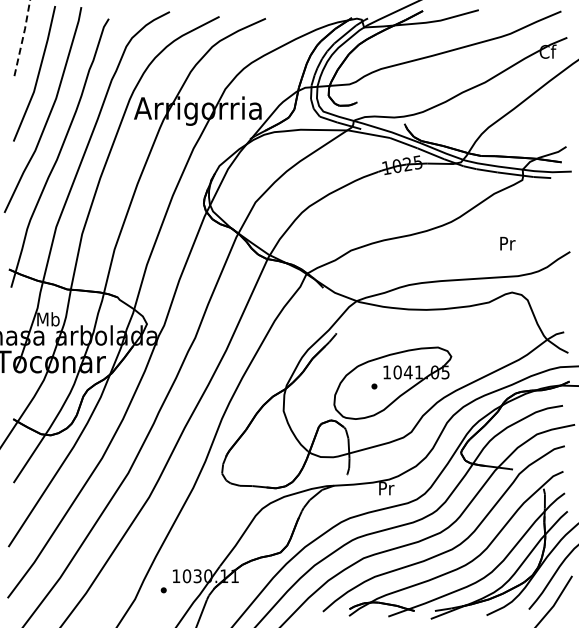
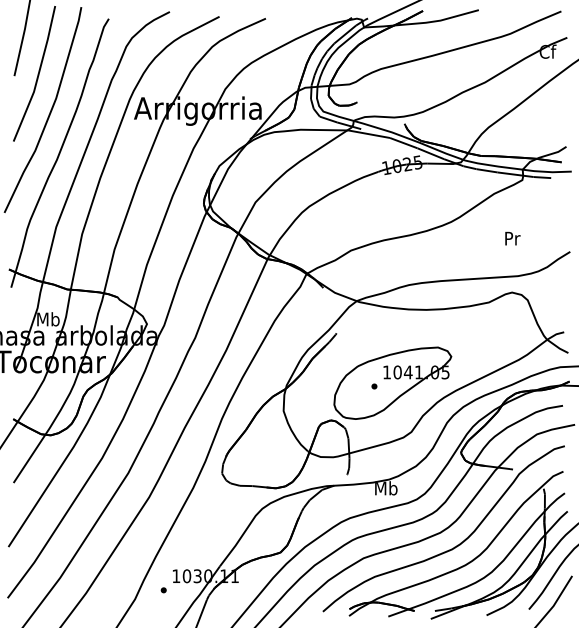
line at (23, 37): dashed -> solid
text at (507, 243) position: (507, 243) -> (512, 238)
text at (386, 488): Pr -> Mb
